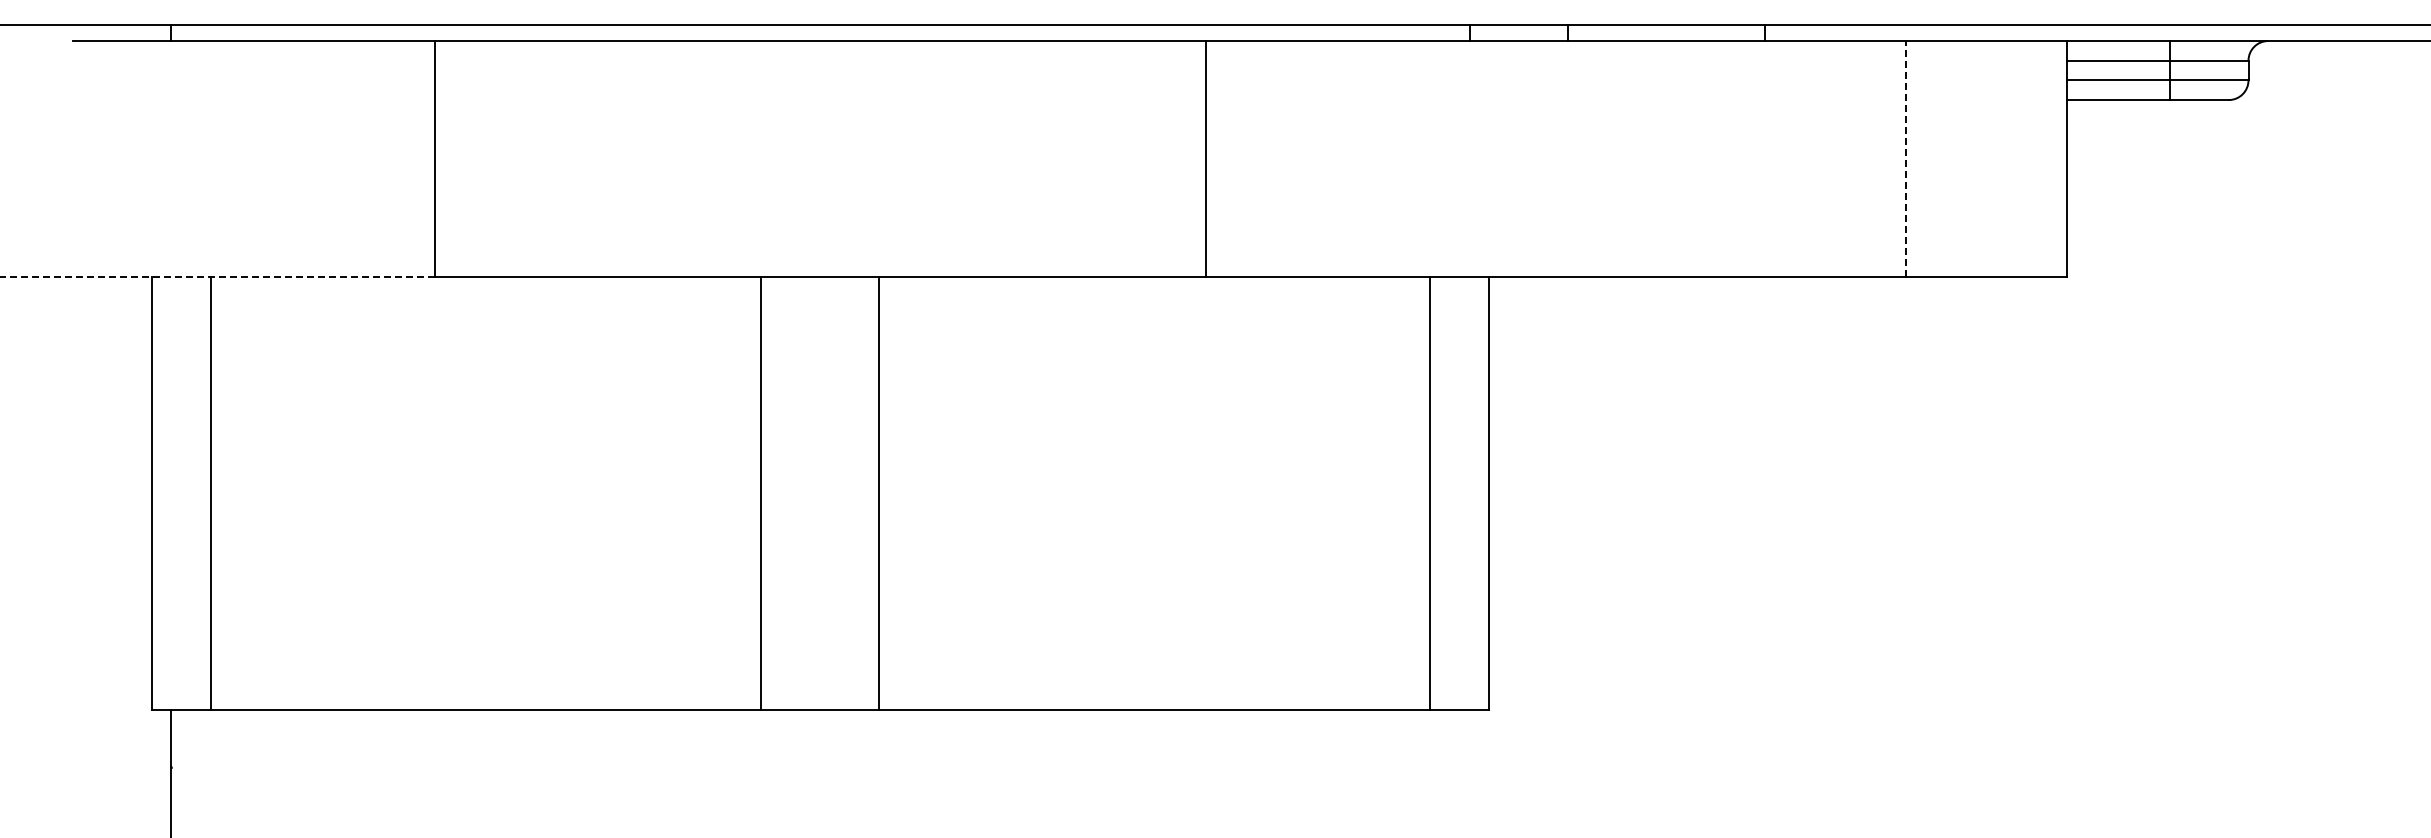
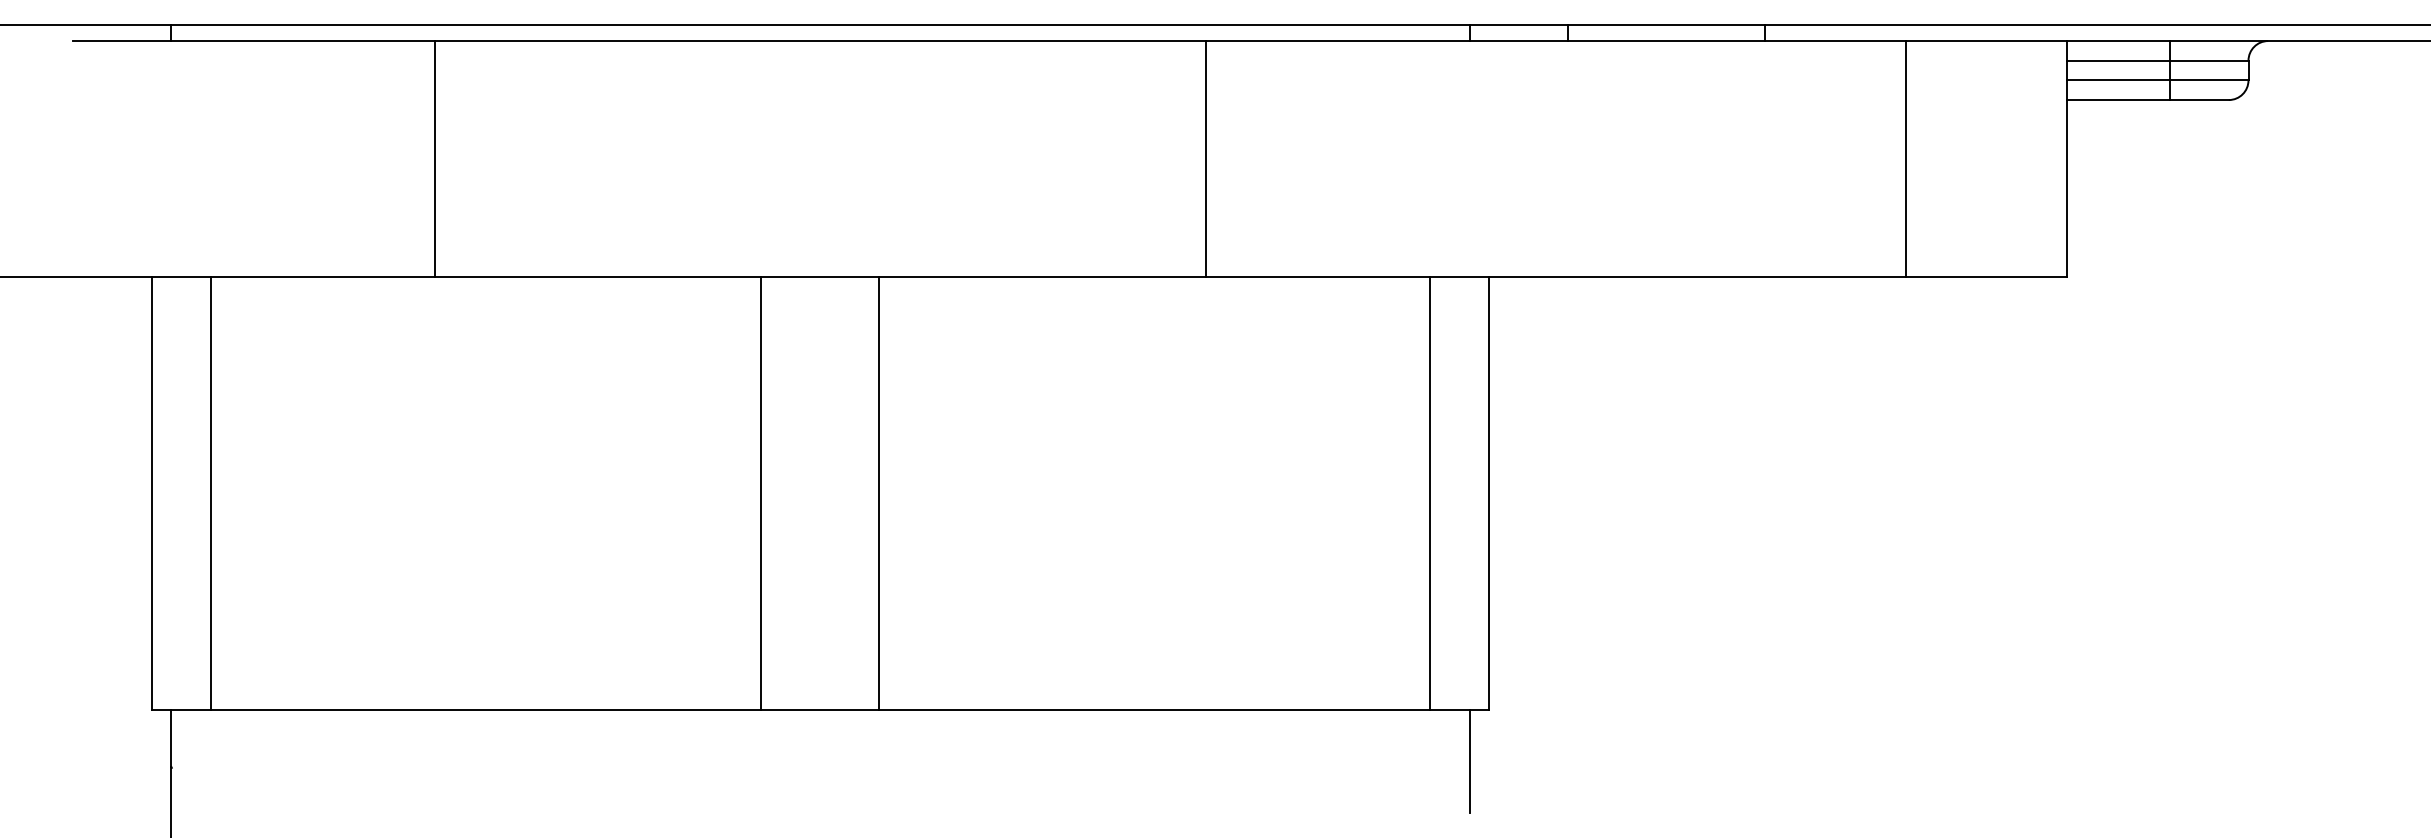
line at (1906, 158): dashed -> solid
line at (216, 277): dashed -> solid
line at (1469, 760): none -> present
